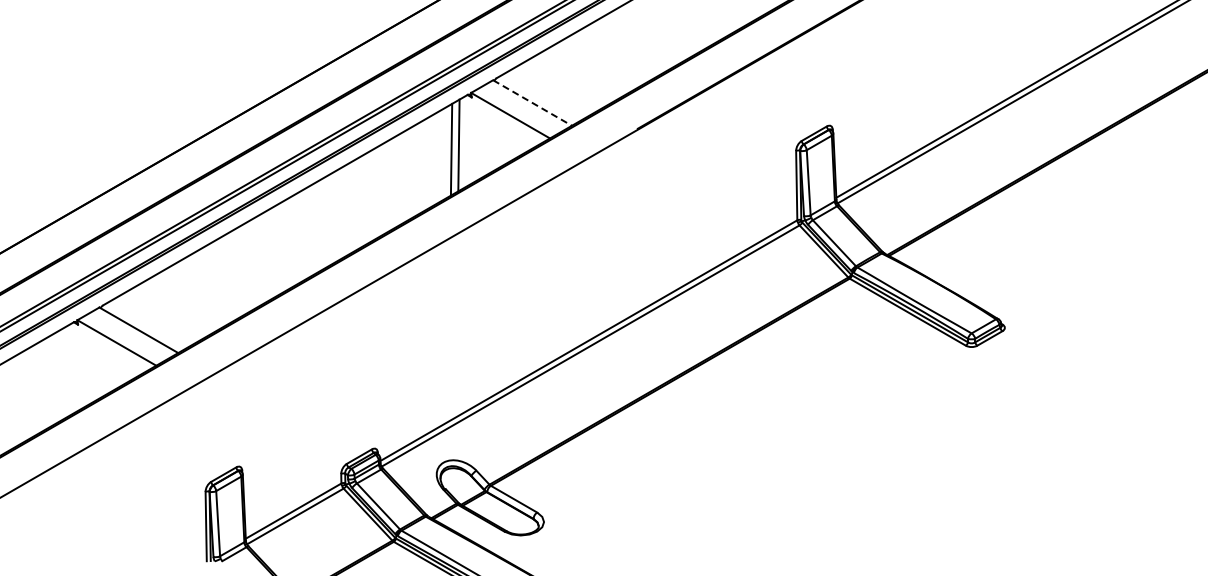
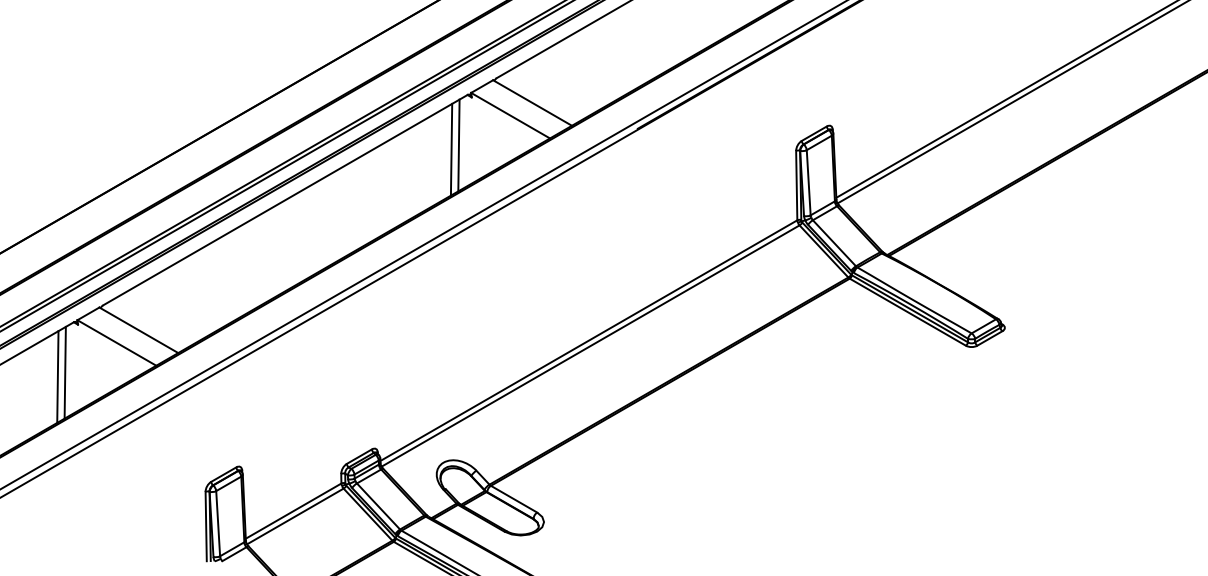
line at (532, 103): dashed -> solid
line at (422, 245): none -> present
line at (64, 372): none -> present
line at (57, 376): none -> present
